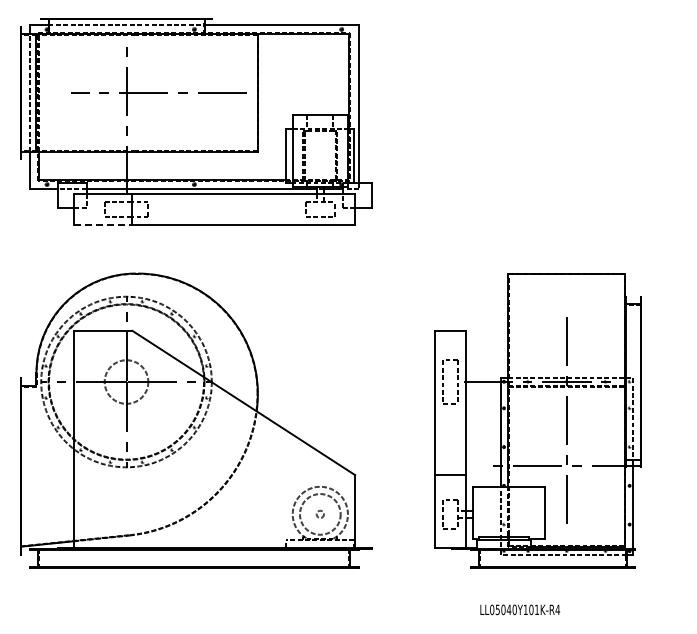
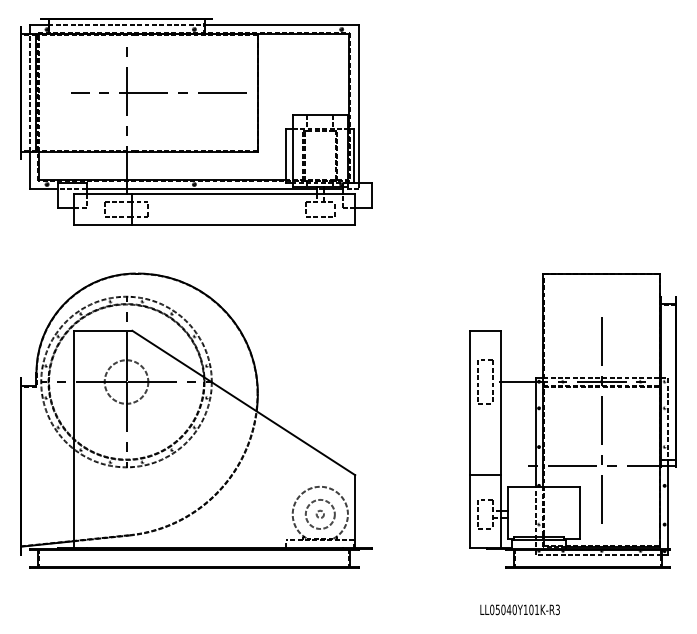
line at (103, 224): dashed -> solid
part at (537, 420) position: (537, 420) -> (572, 420)
circle at (320, 514) diameter: 41 px -> 29 px
text at (557, 609): LL05040Y101K-R4 -> LL05040Y101K-R3
